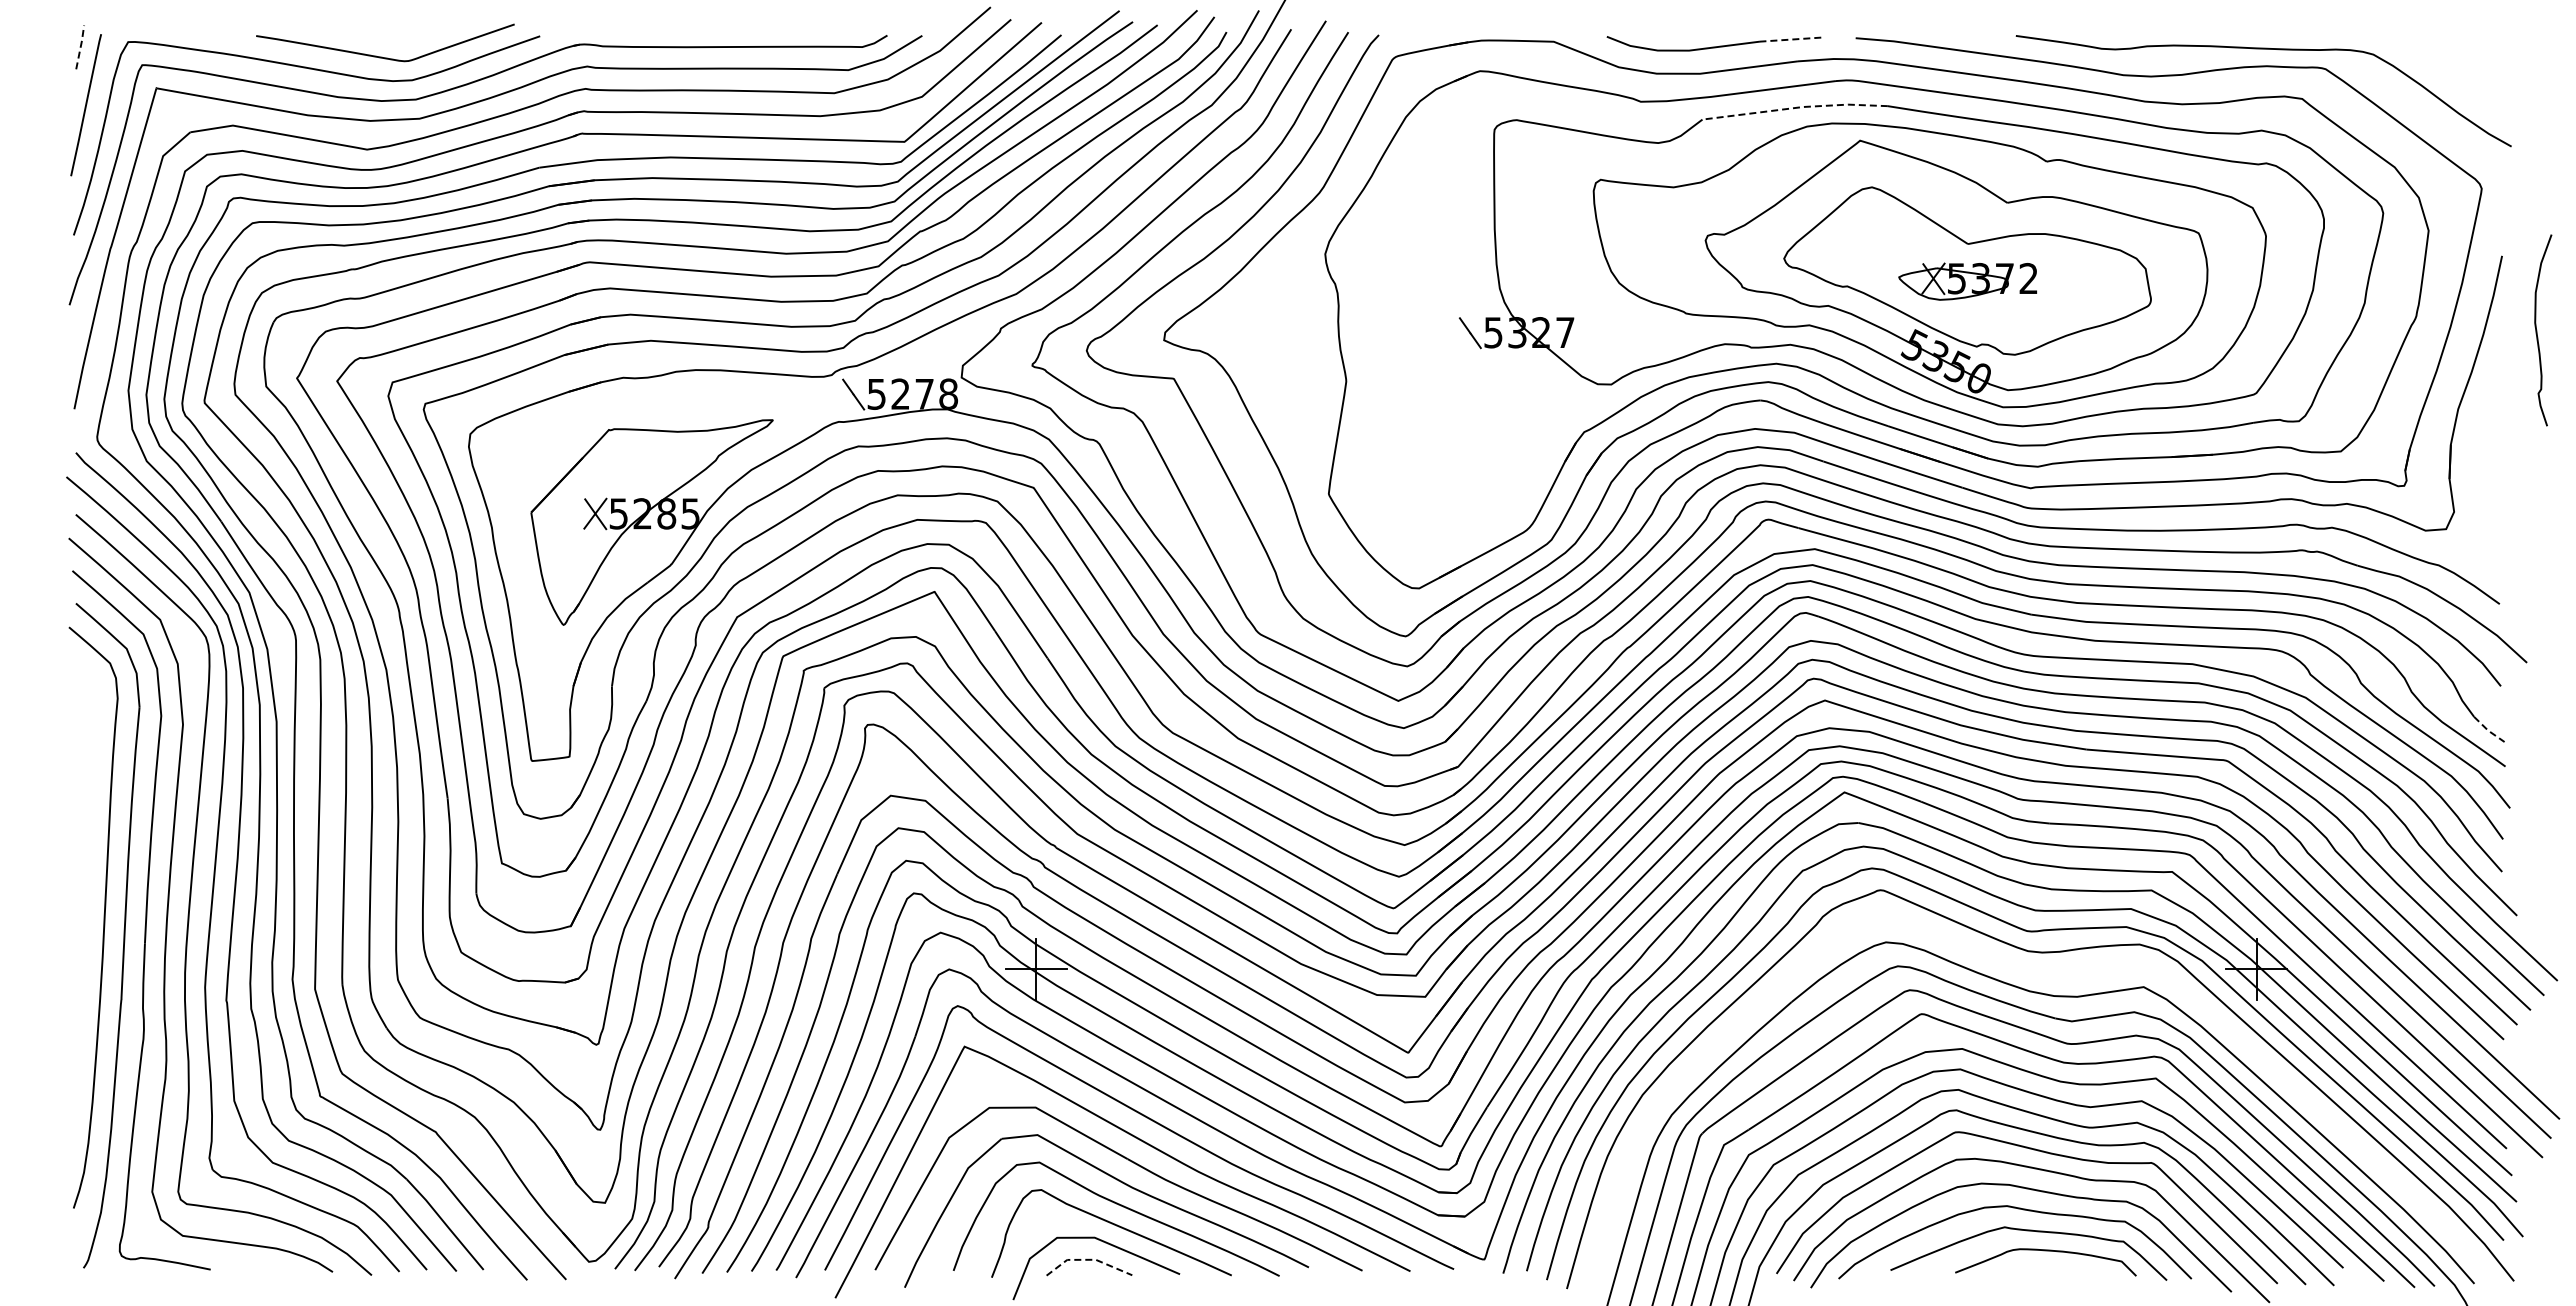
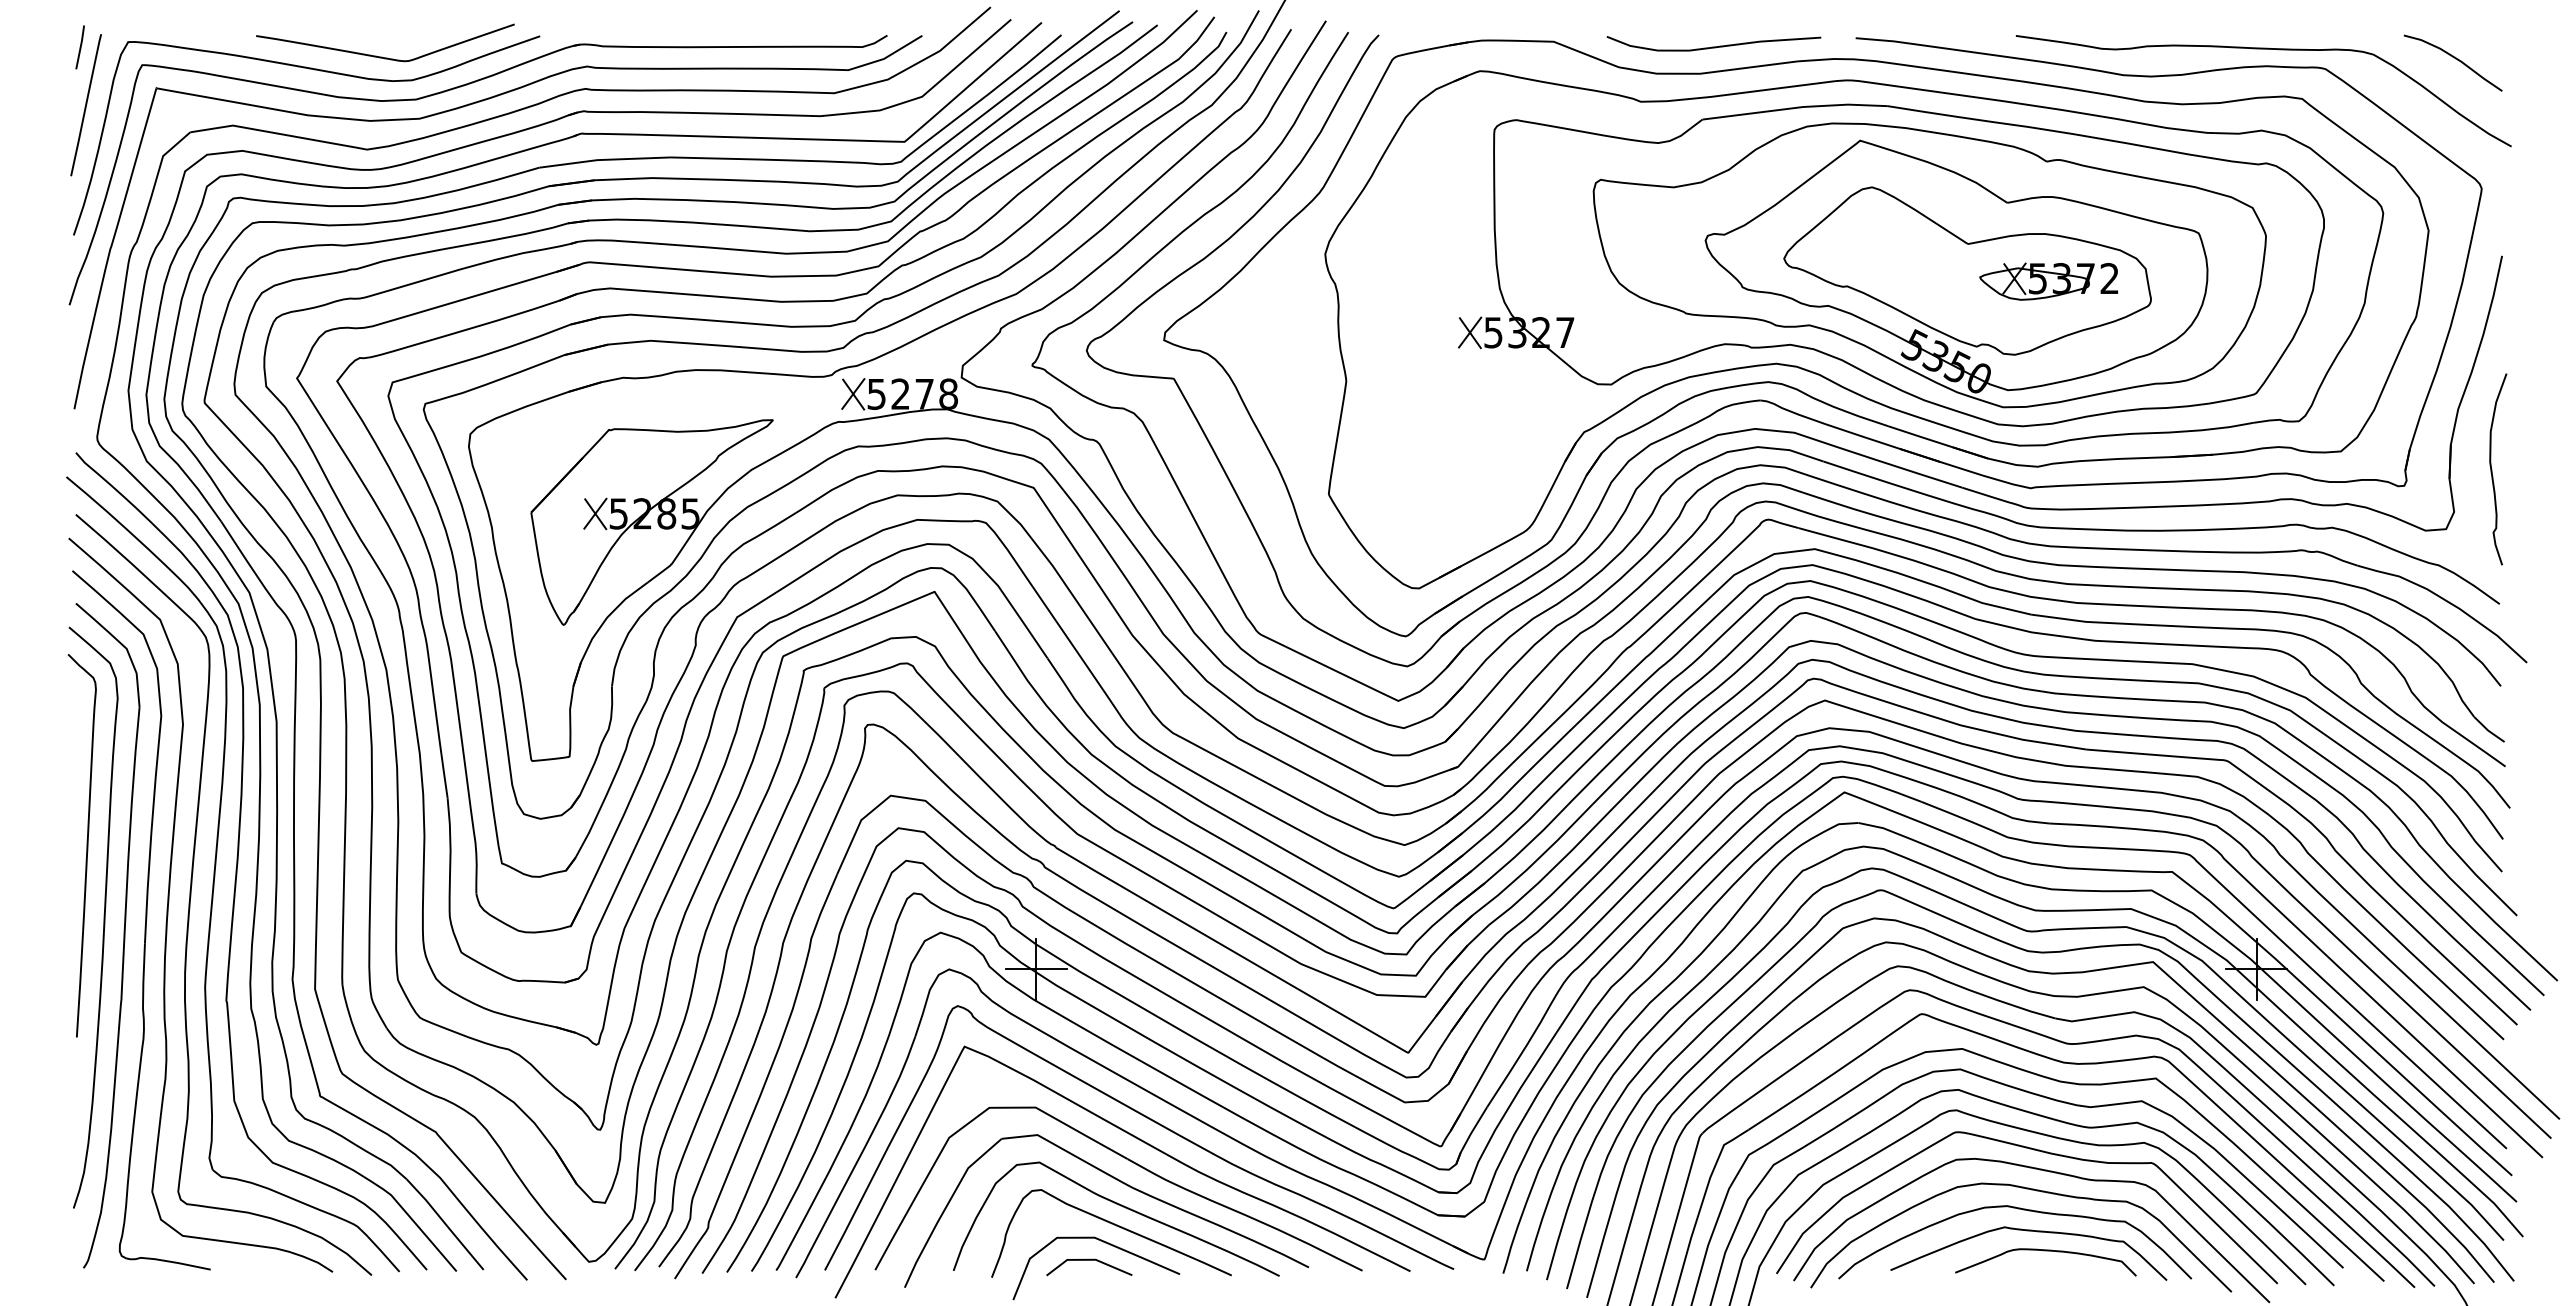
line at (1790, 39): dashed -> solid
line at (80, 46): dashed -> solid
curve at (2455, 59): none -> present
line at (1796, 107): dashed -> solid
part at (1967, 281) position: (1967, 281) -> (2048, 281)
curve at (2537, 330) position: (2537, 330) -> (2492, 469)
line at (1470, 332): none -> present
line at (853, 393): none -> present
line at (2488, 730): dashed -> solid
curve at (86, 845): none -> present
curve at (2048, 974): none -> present
line at (1088, 1259): dashed -> solid
